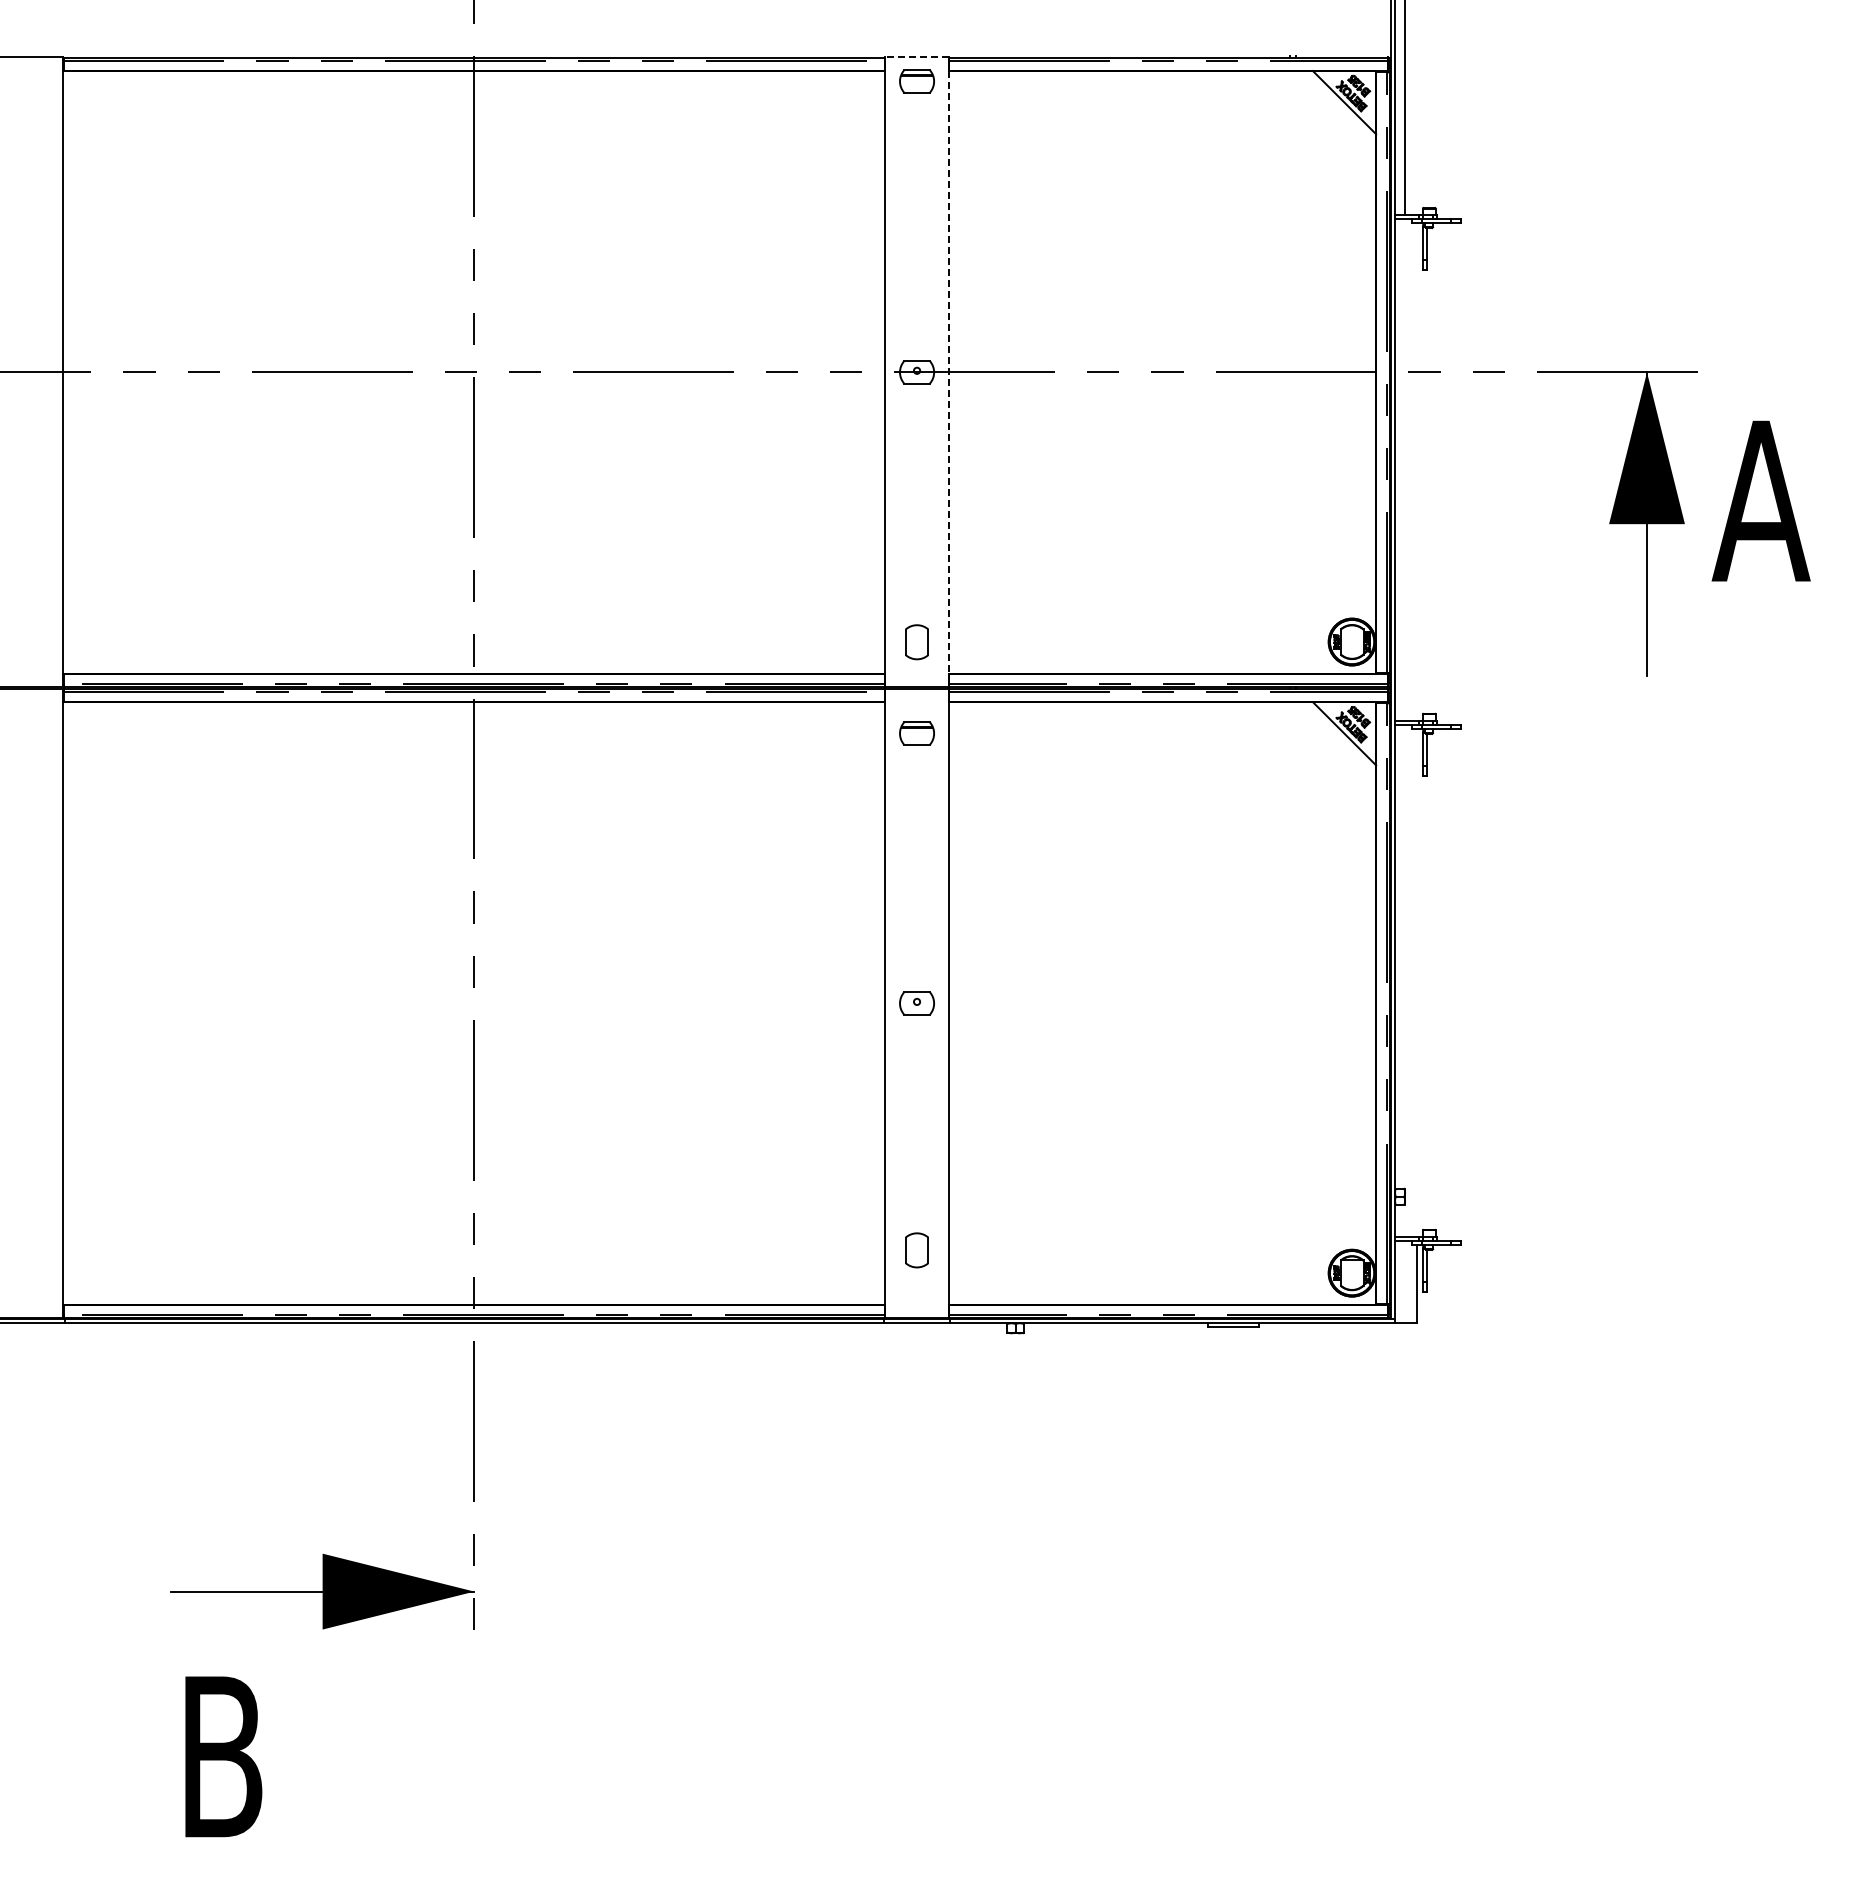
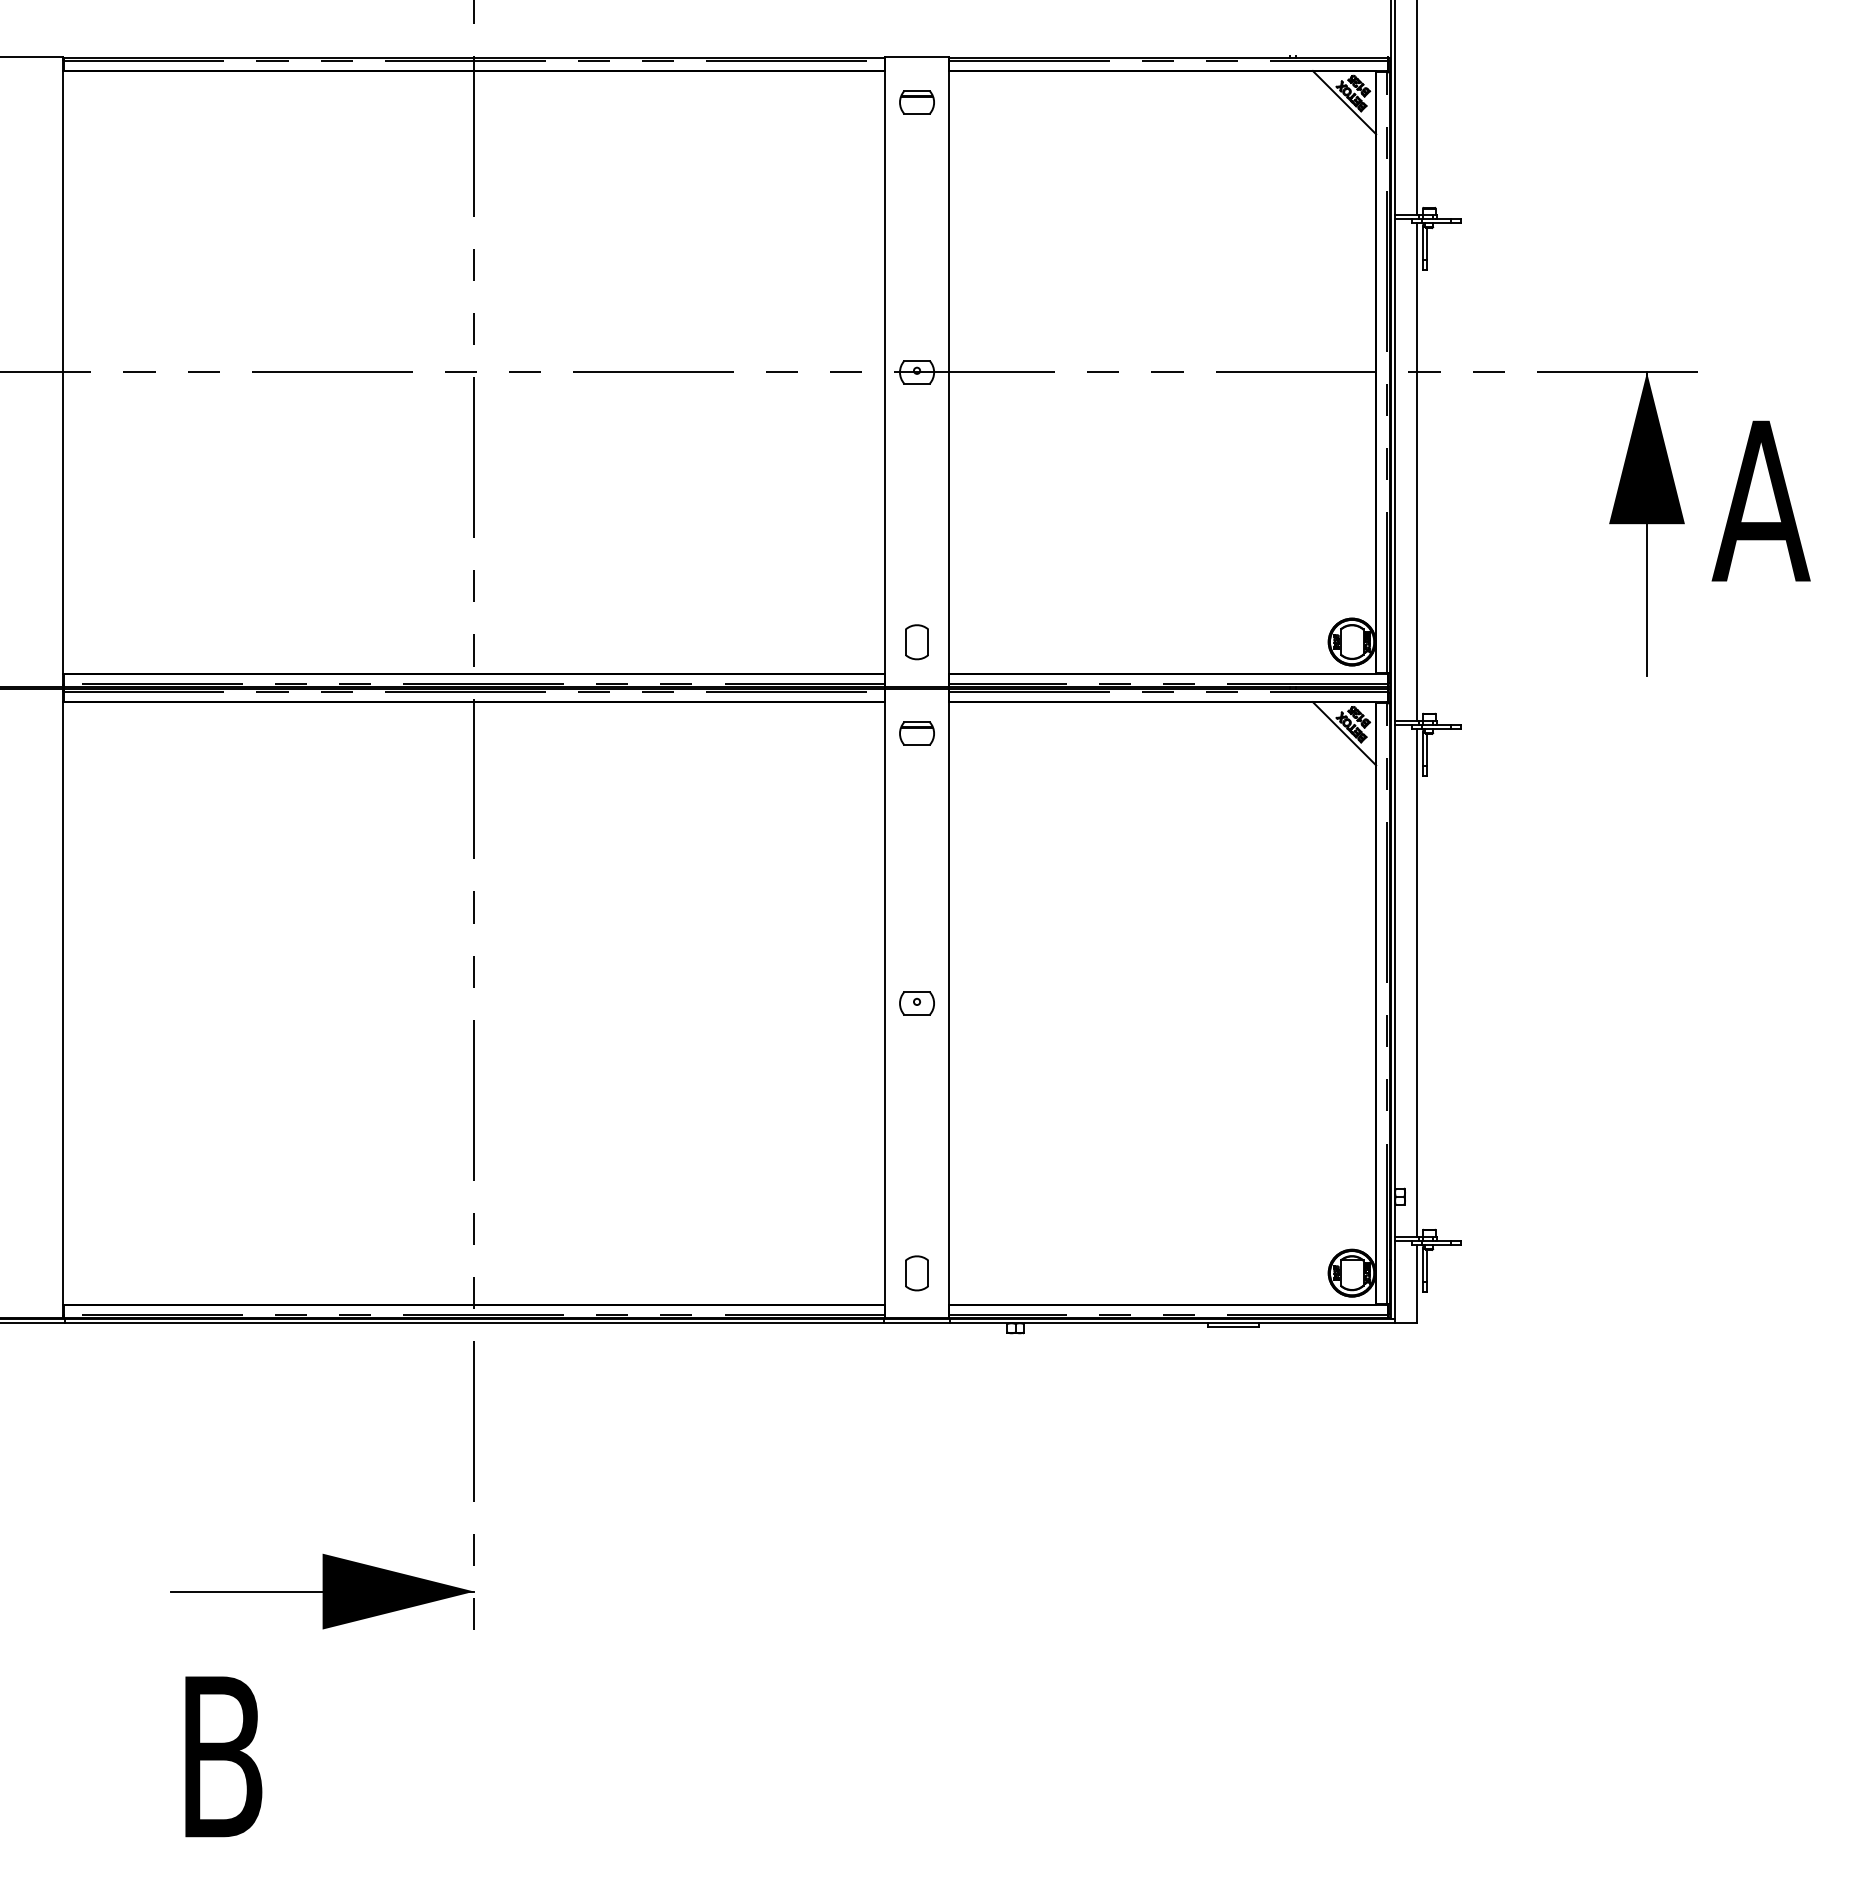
line at (917, 57): dashed -> solid
part at (916, 81) position: (916, 81) -> (916, 102)
line at (1404, 108) position: (1404, 108) -> (1416, 108)
line at (948, 372): dashed -> solid
line at (1416, 471): none -> present
line at (1416, 982): none -> present
part at (916, 1250) position: (916, 1250) -> (916, 1273)
